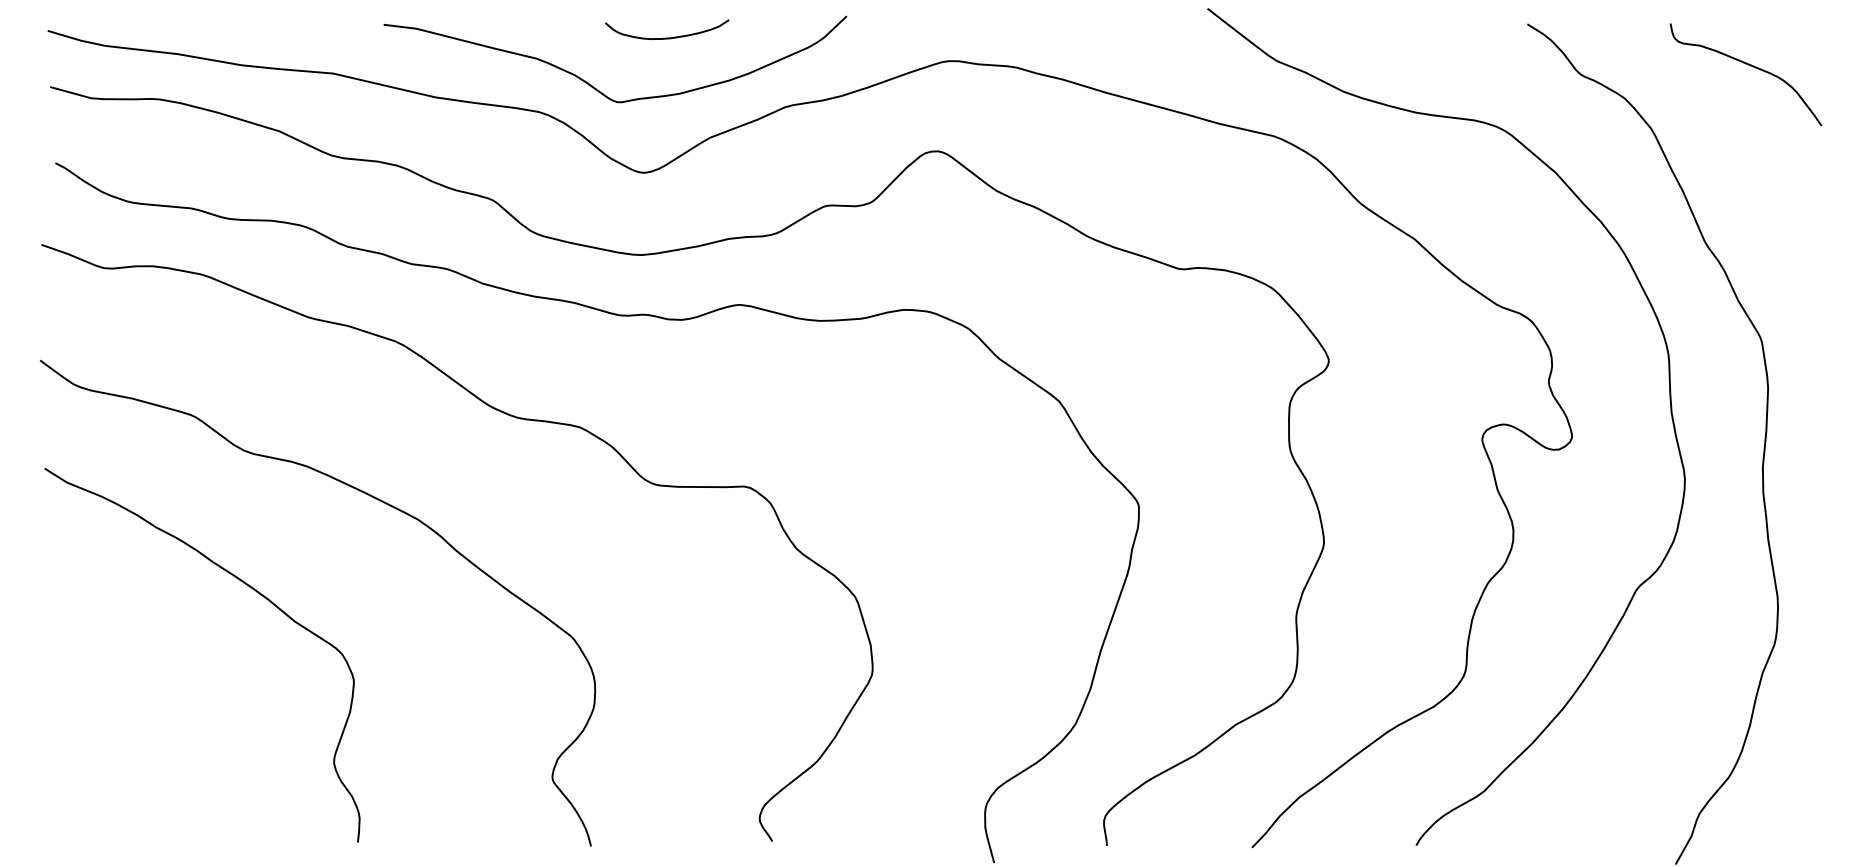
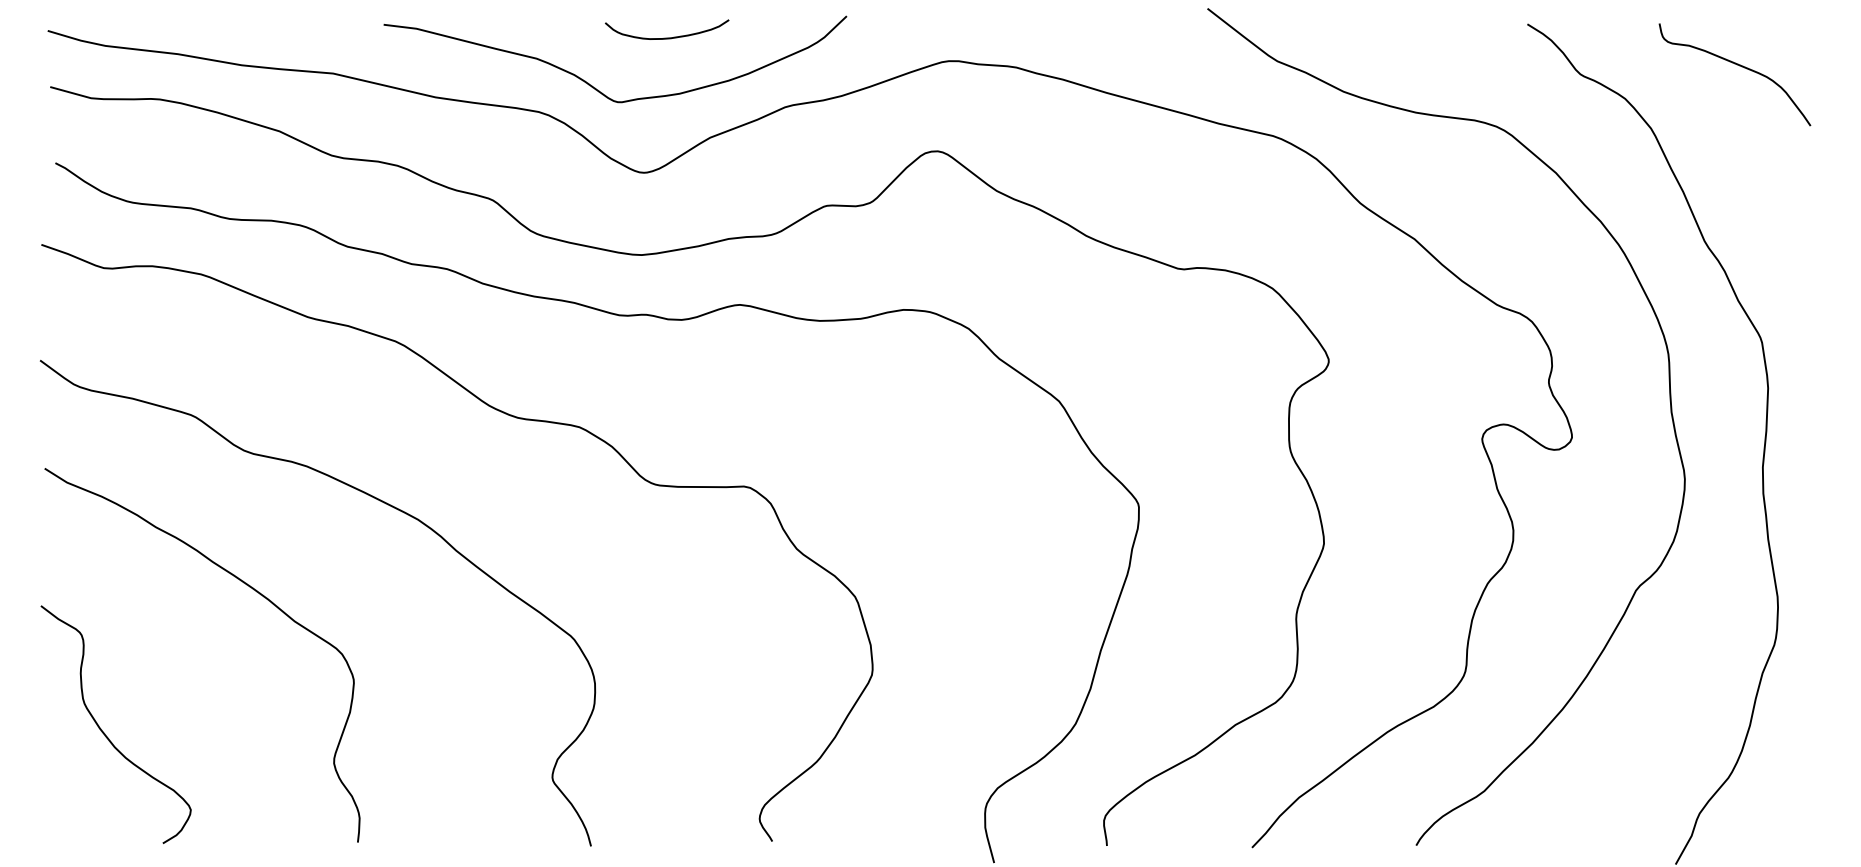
curve at (1750, 66) position: (1750, 66) -> (1739, 66)
curve at (105, 733): none -> present
